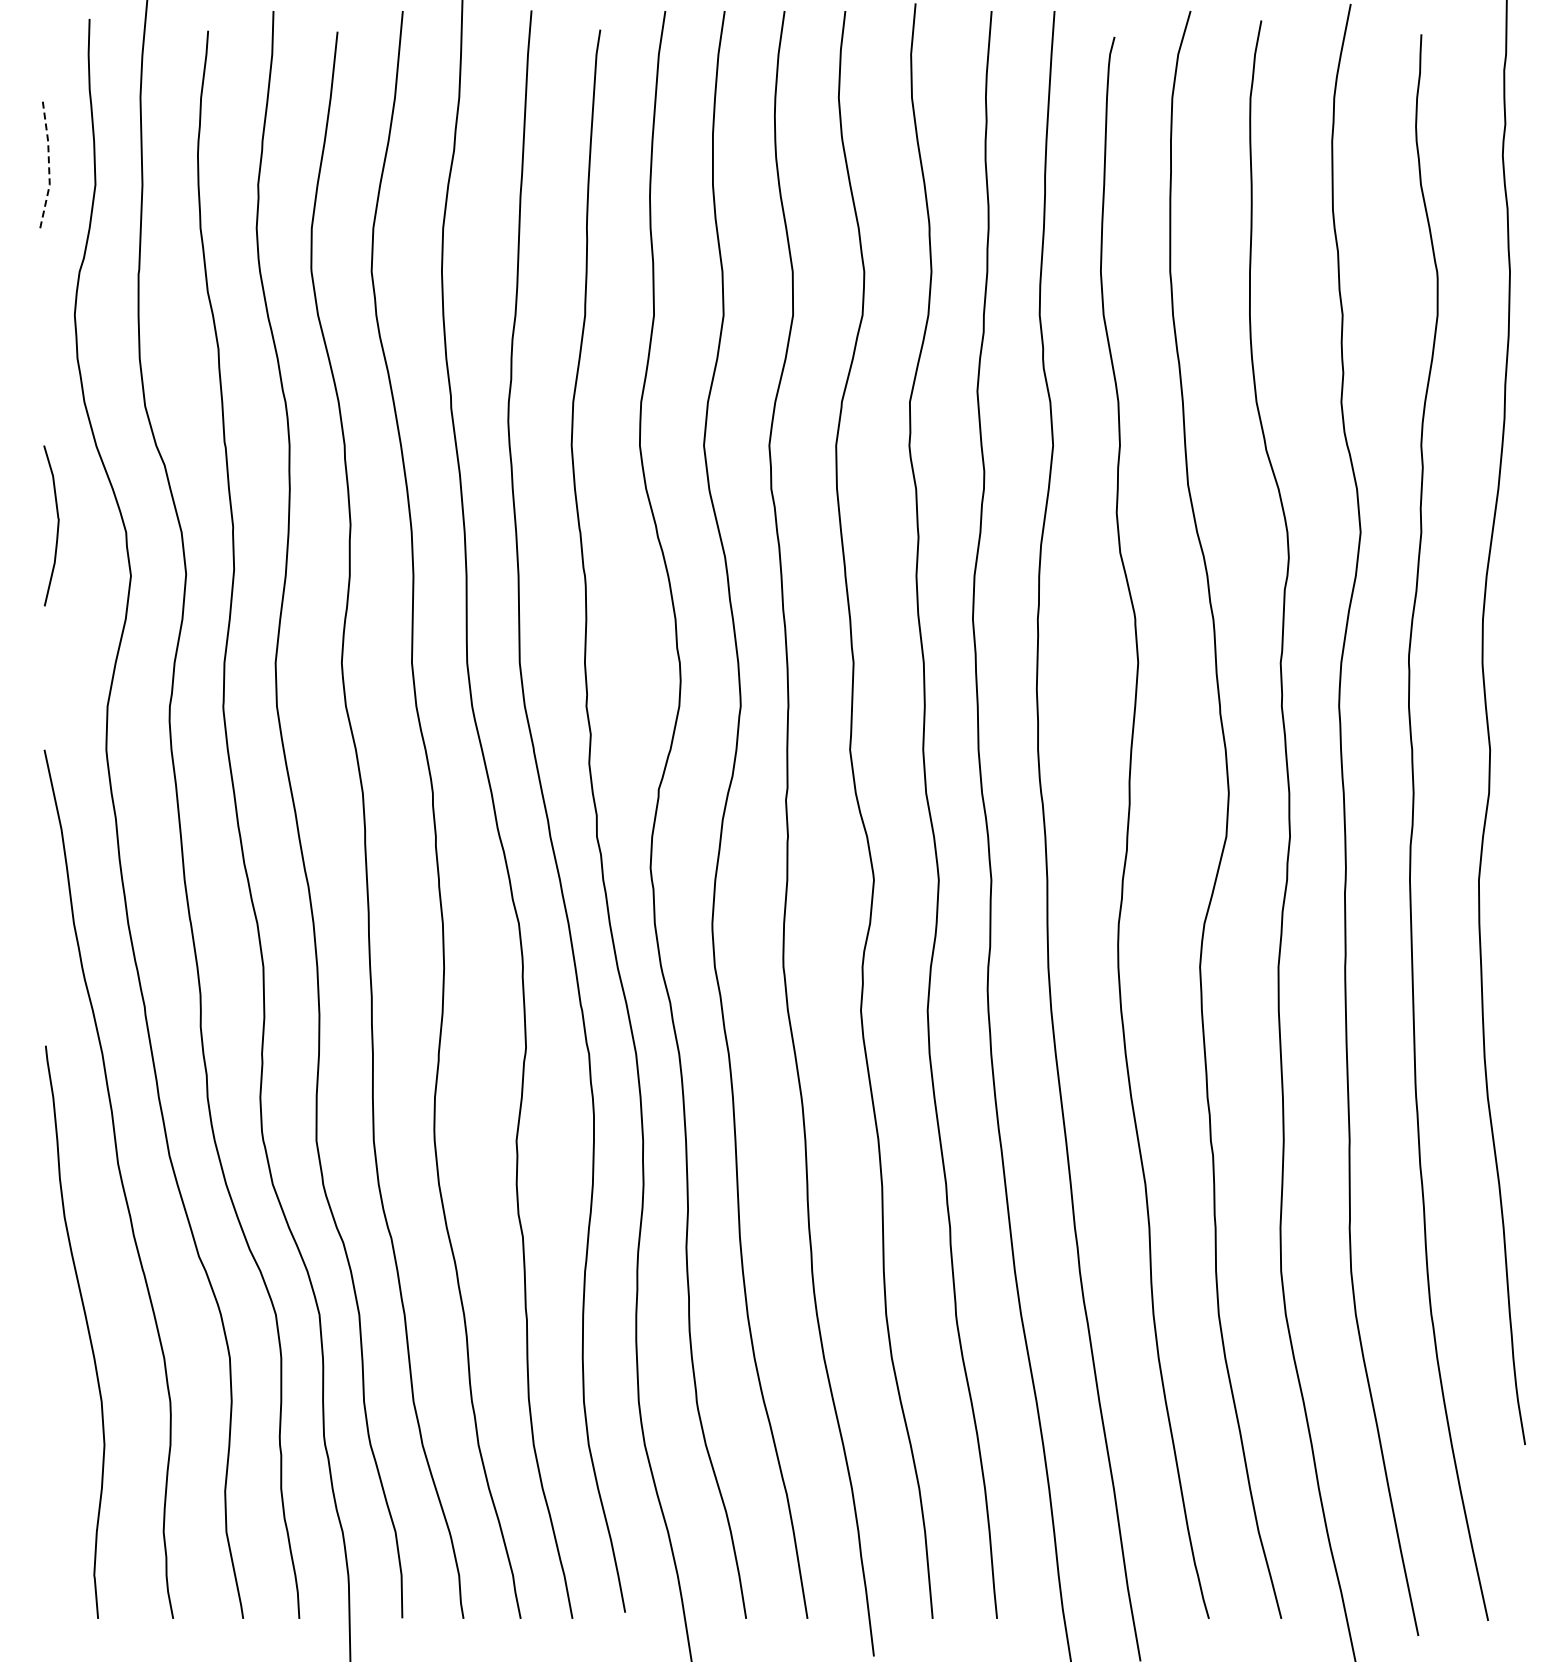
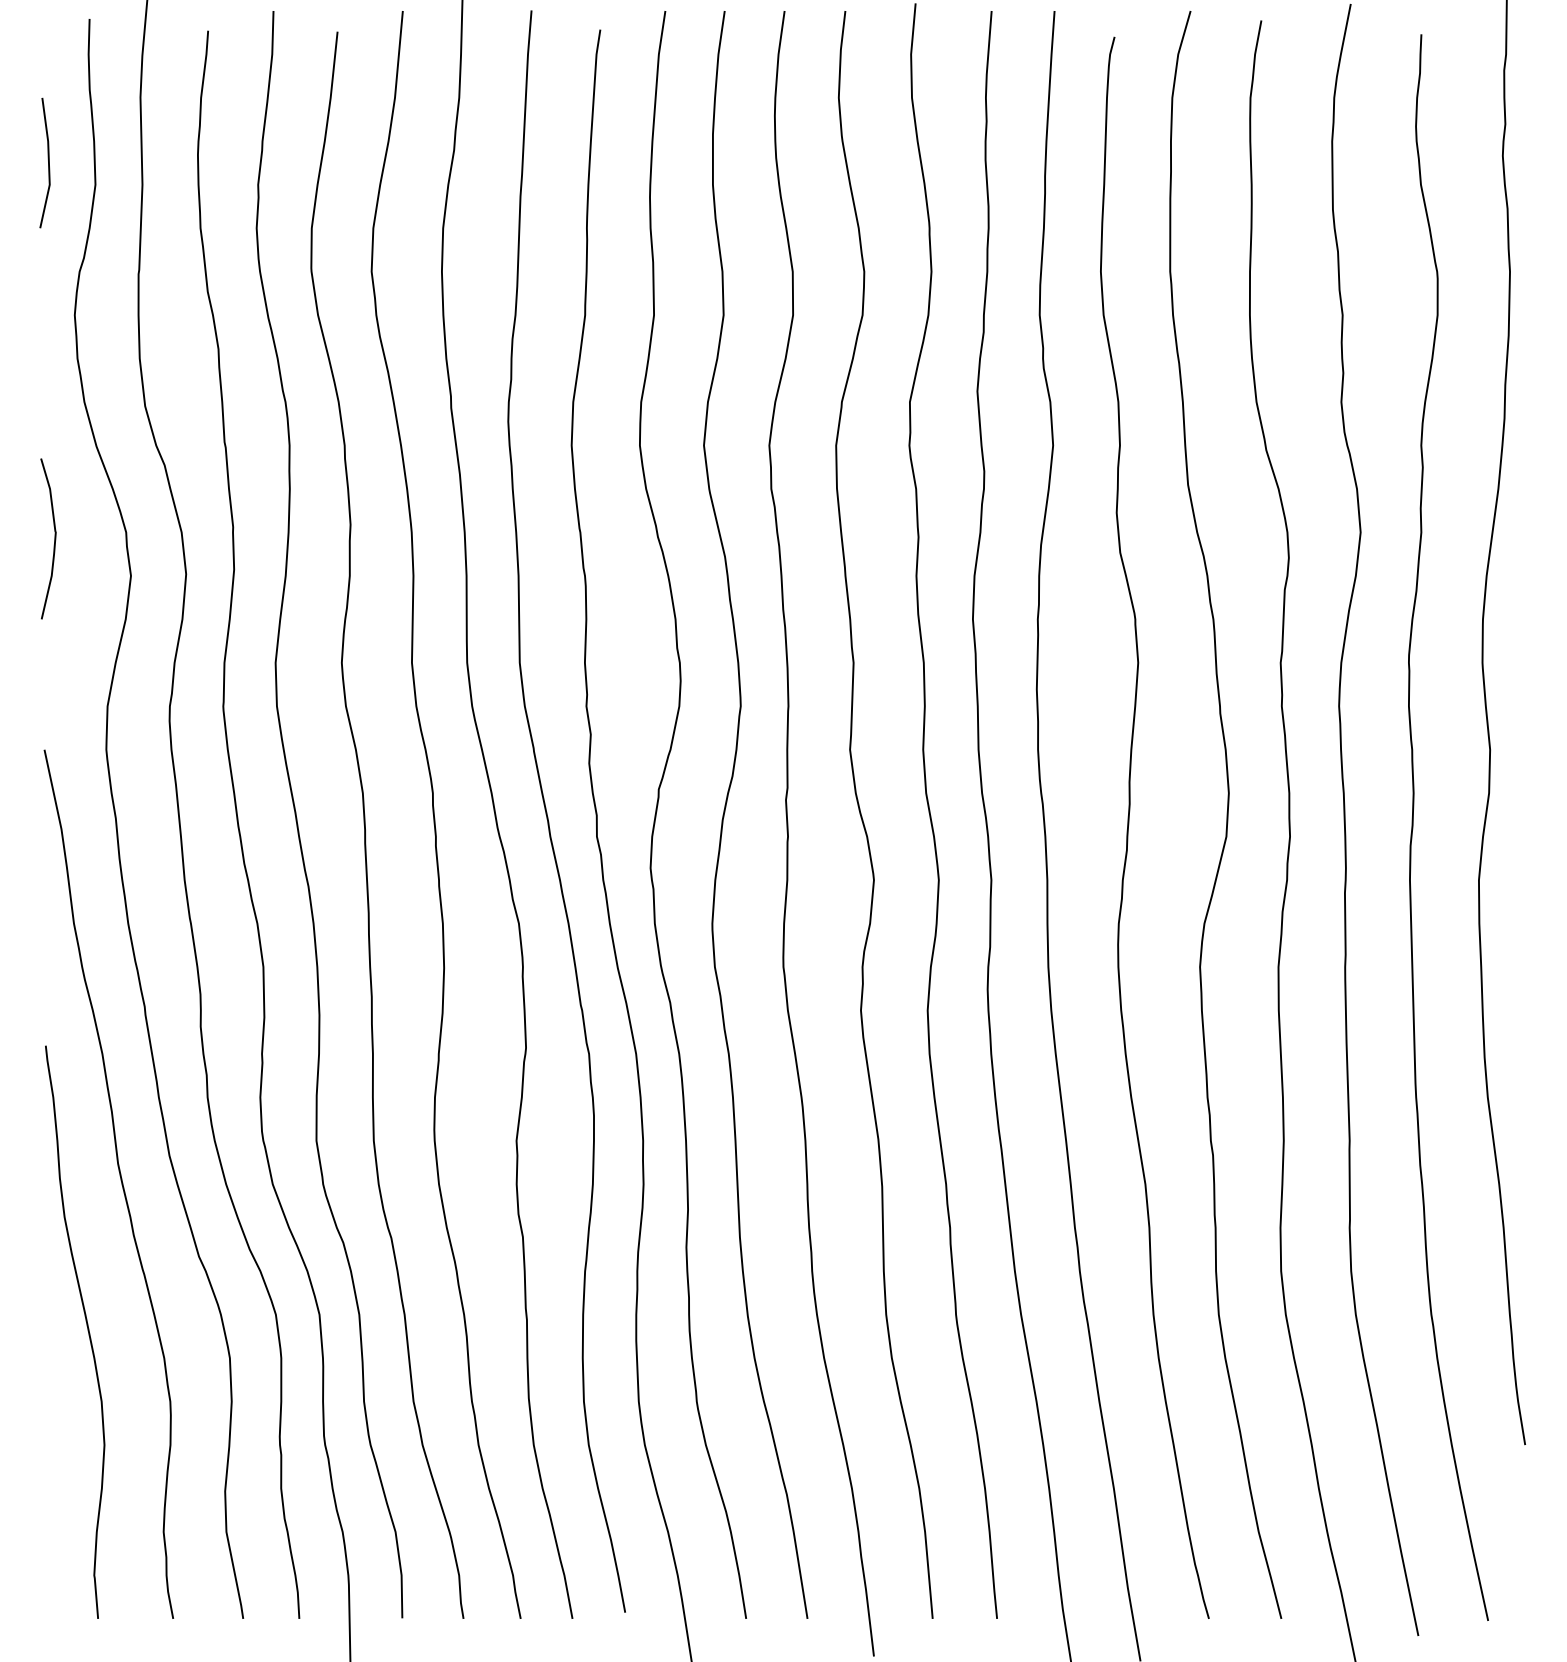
line at (48, 163): dashed -> solid
curve at (57, 525) position: (57, 525) -> (54, 538)
